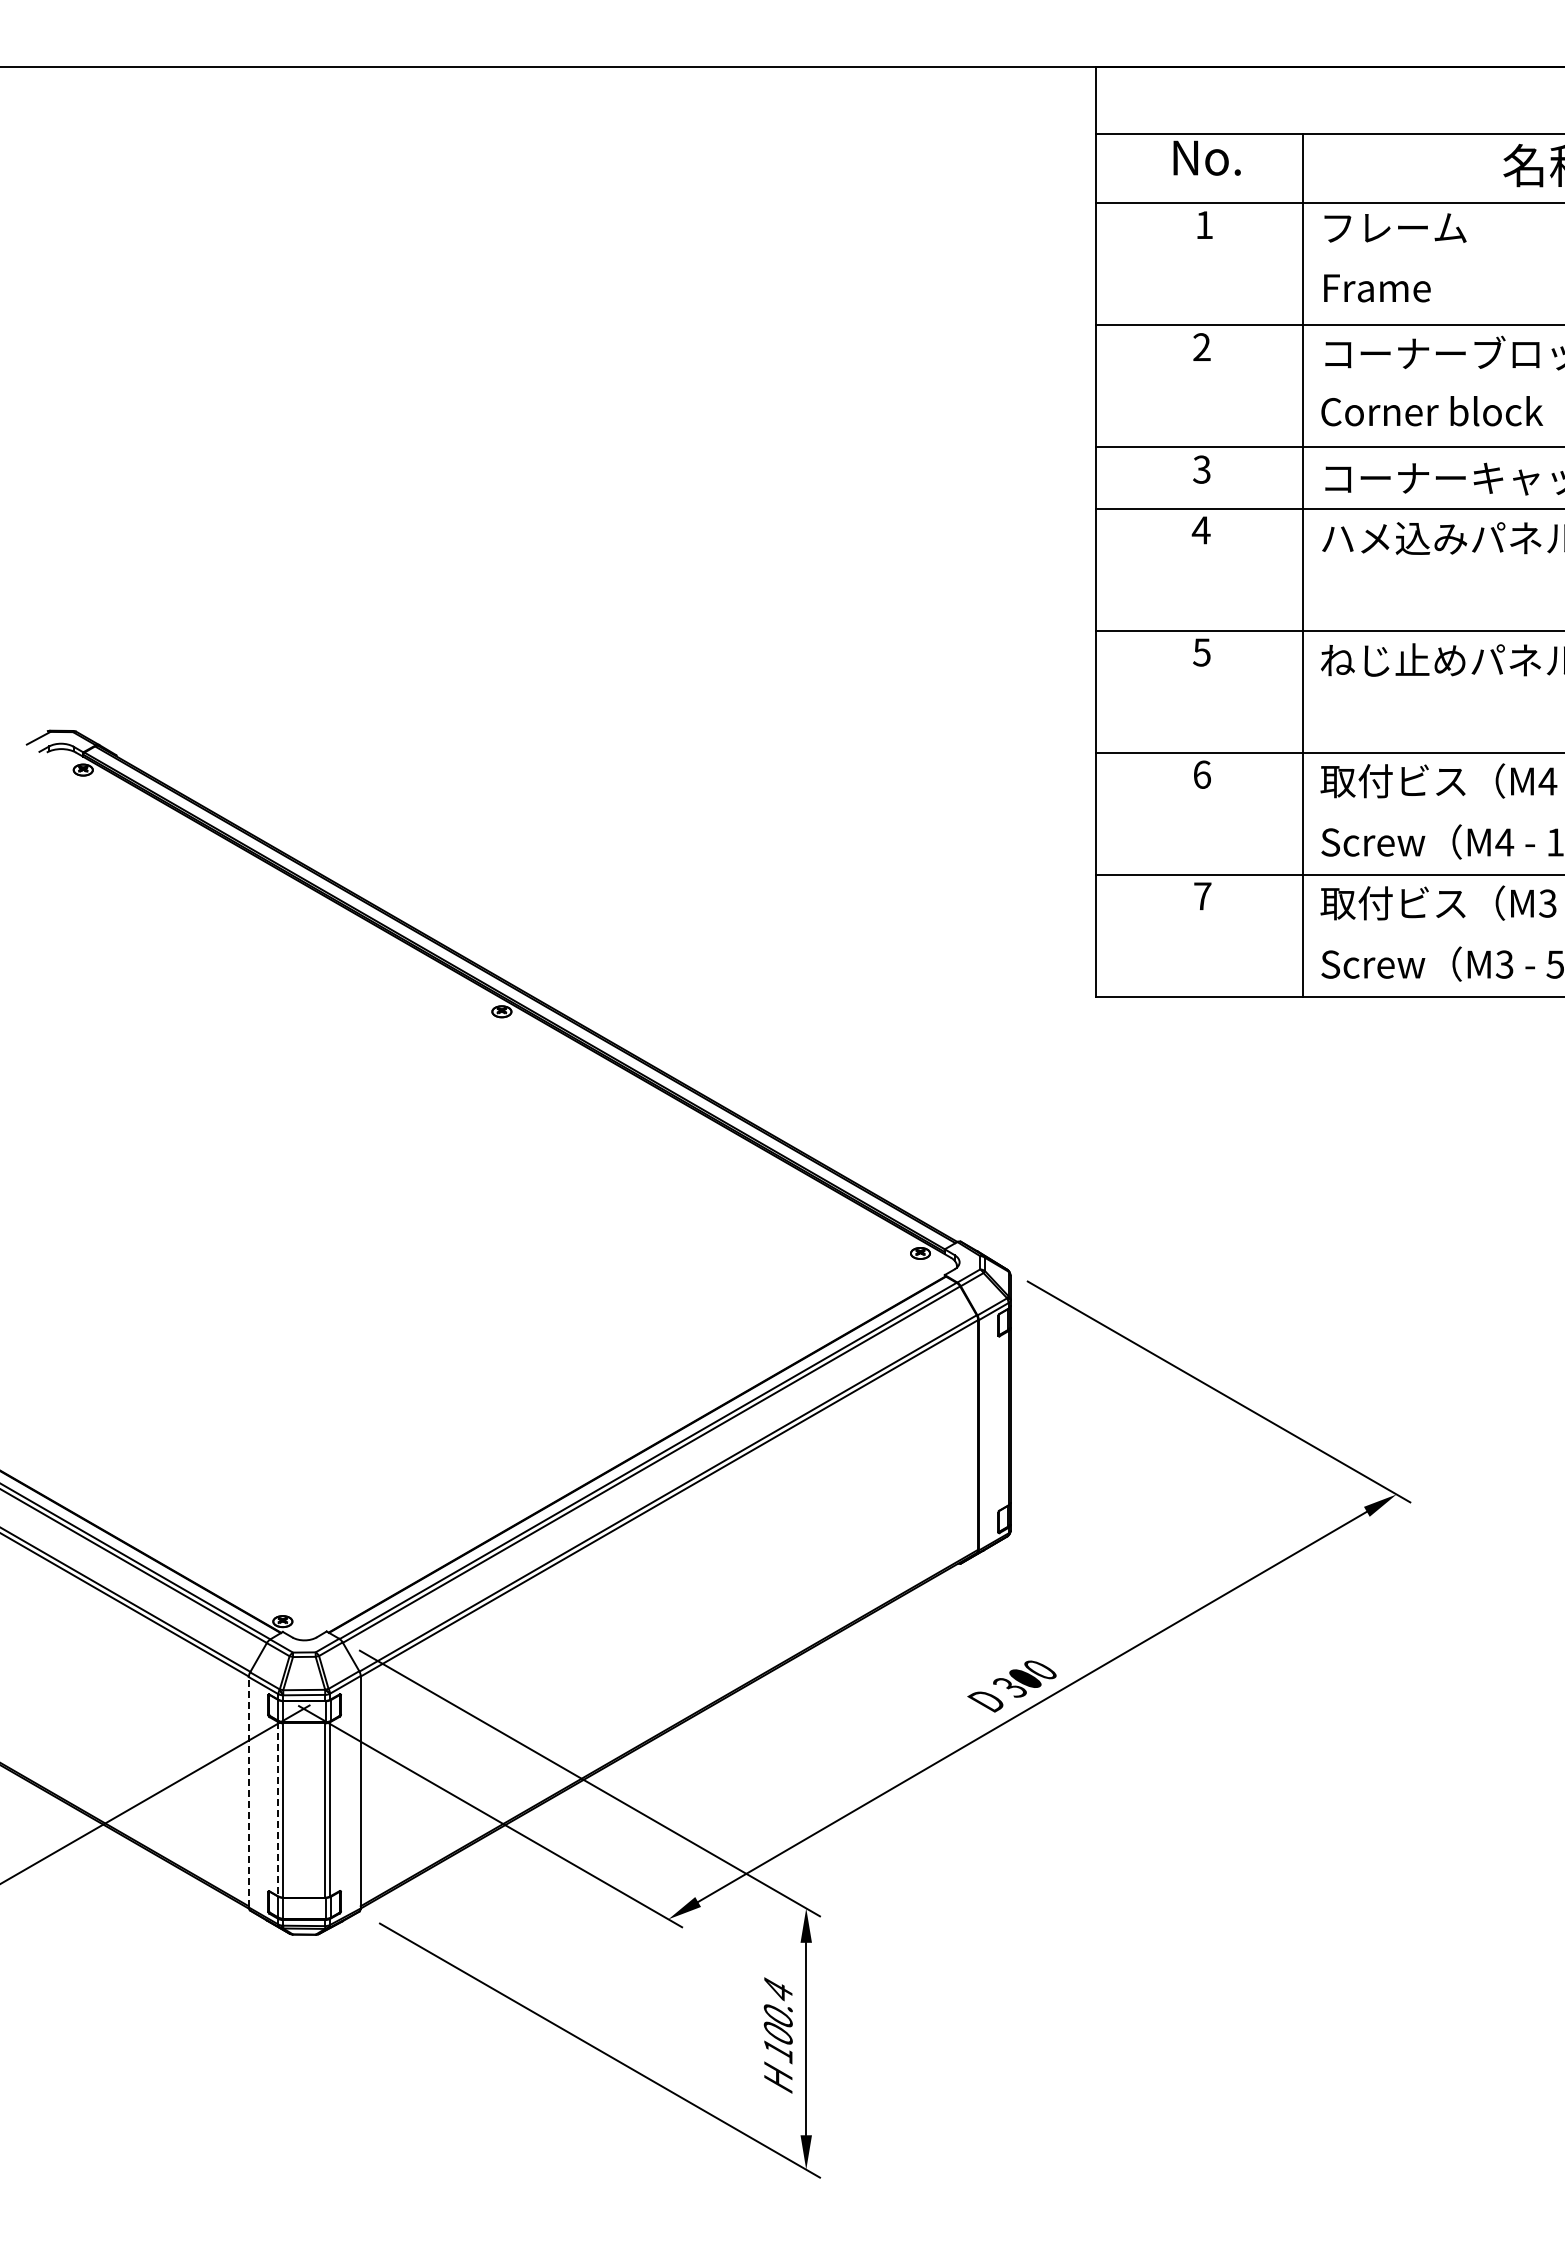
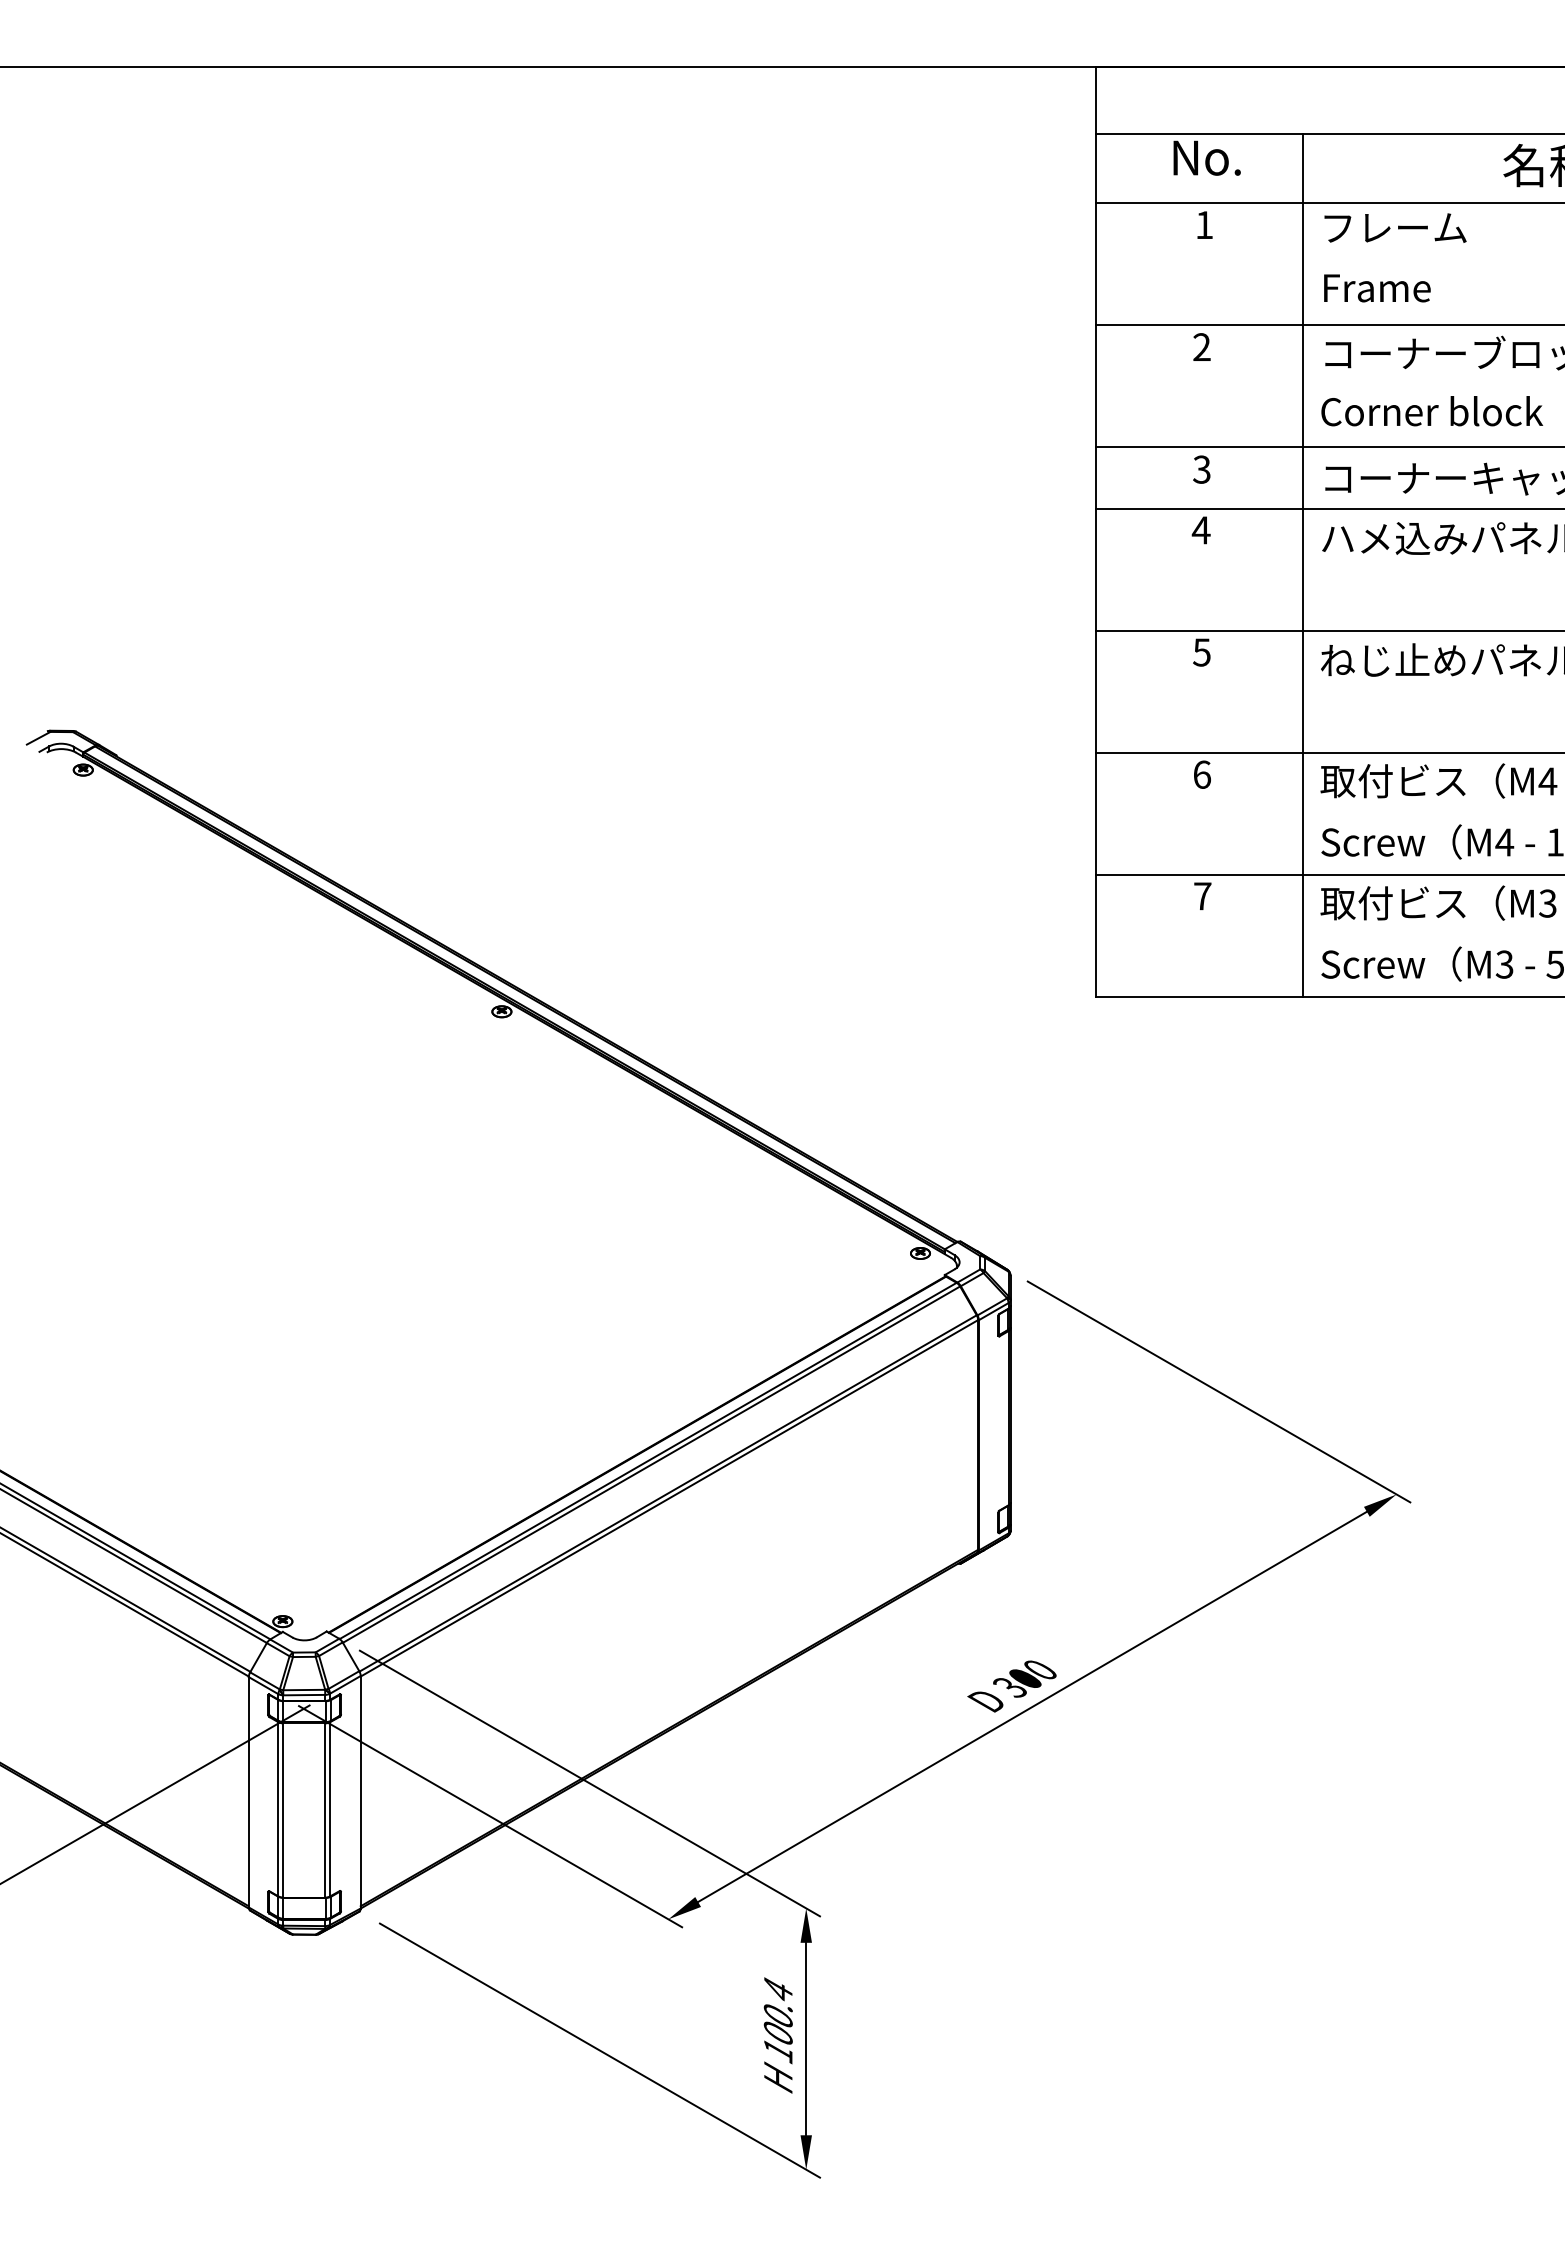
line at (248, 1791): dashed -> solid
line at (278, 1809): dashed -> solid
